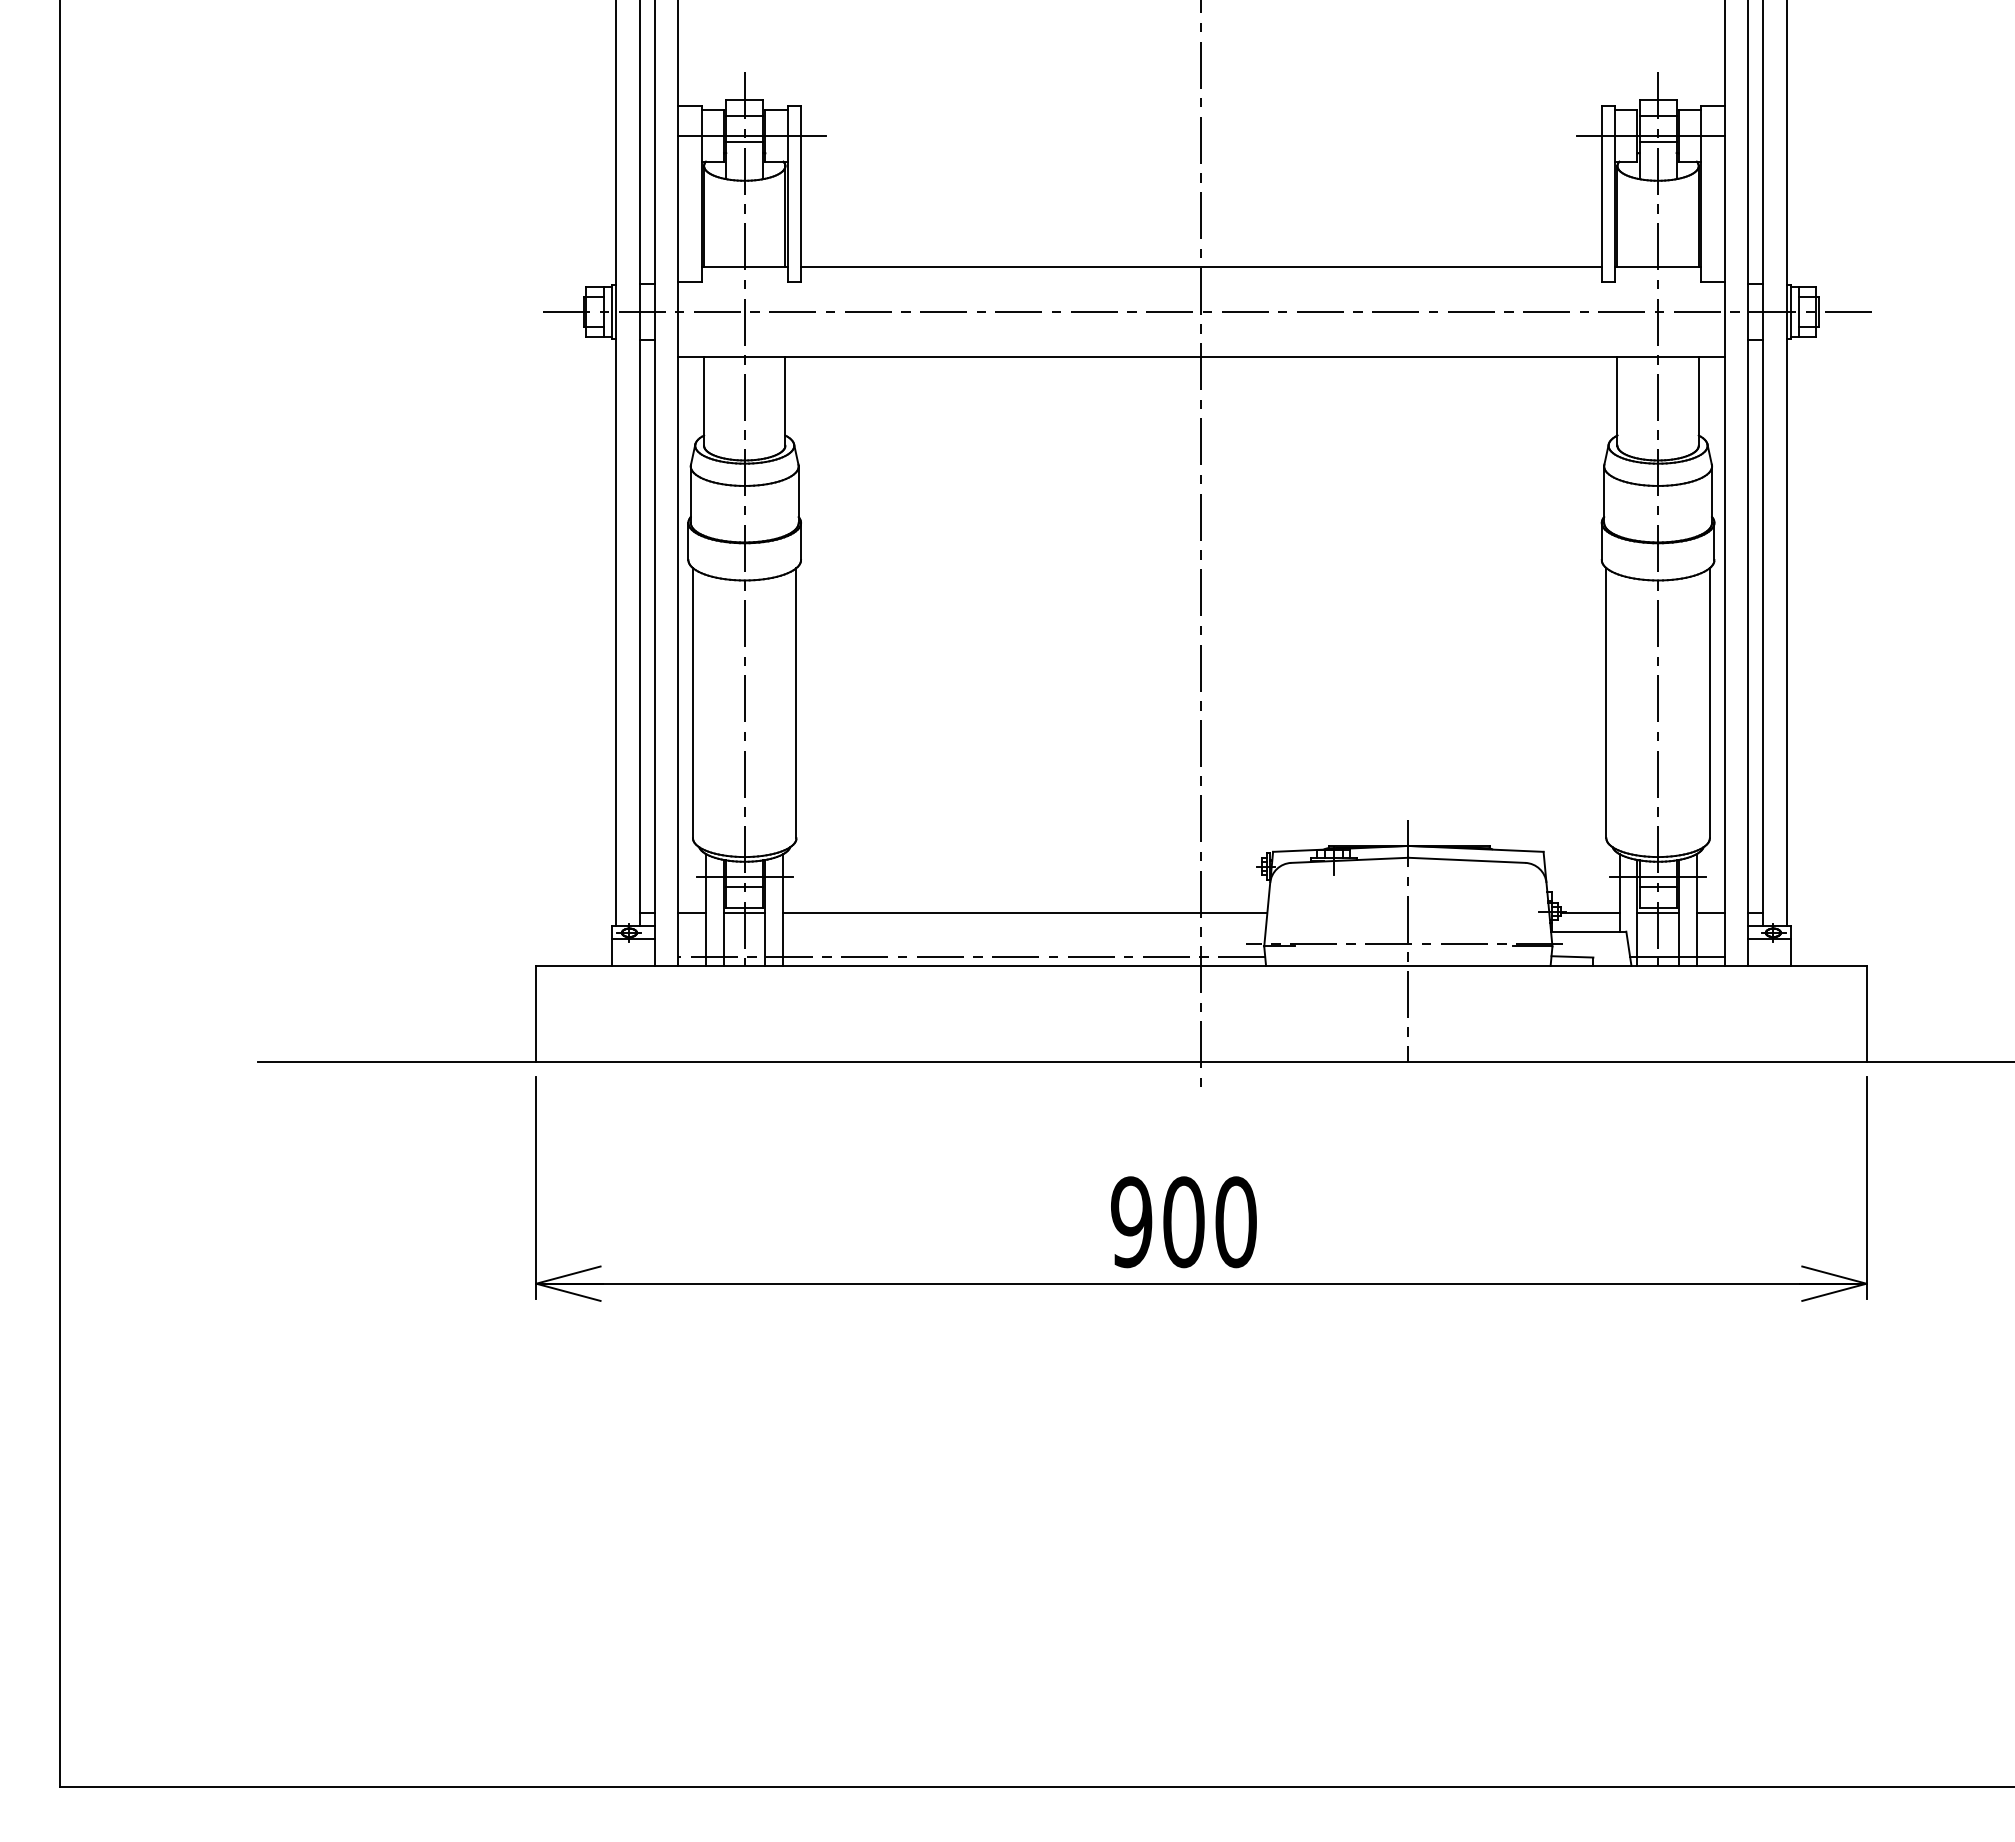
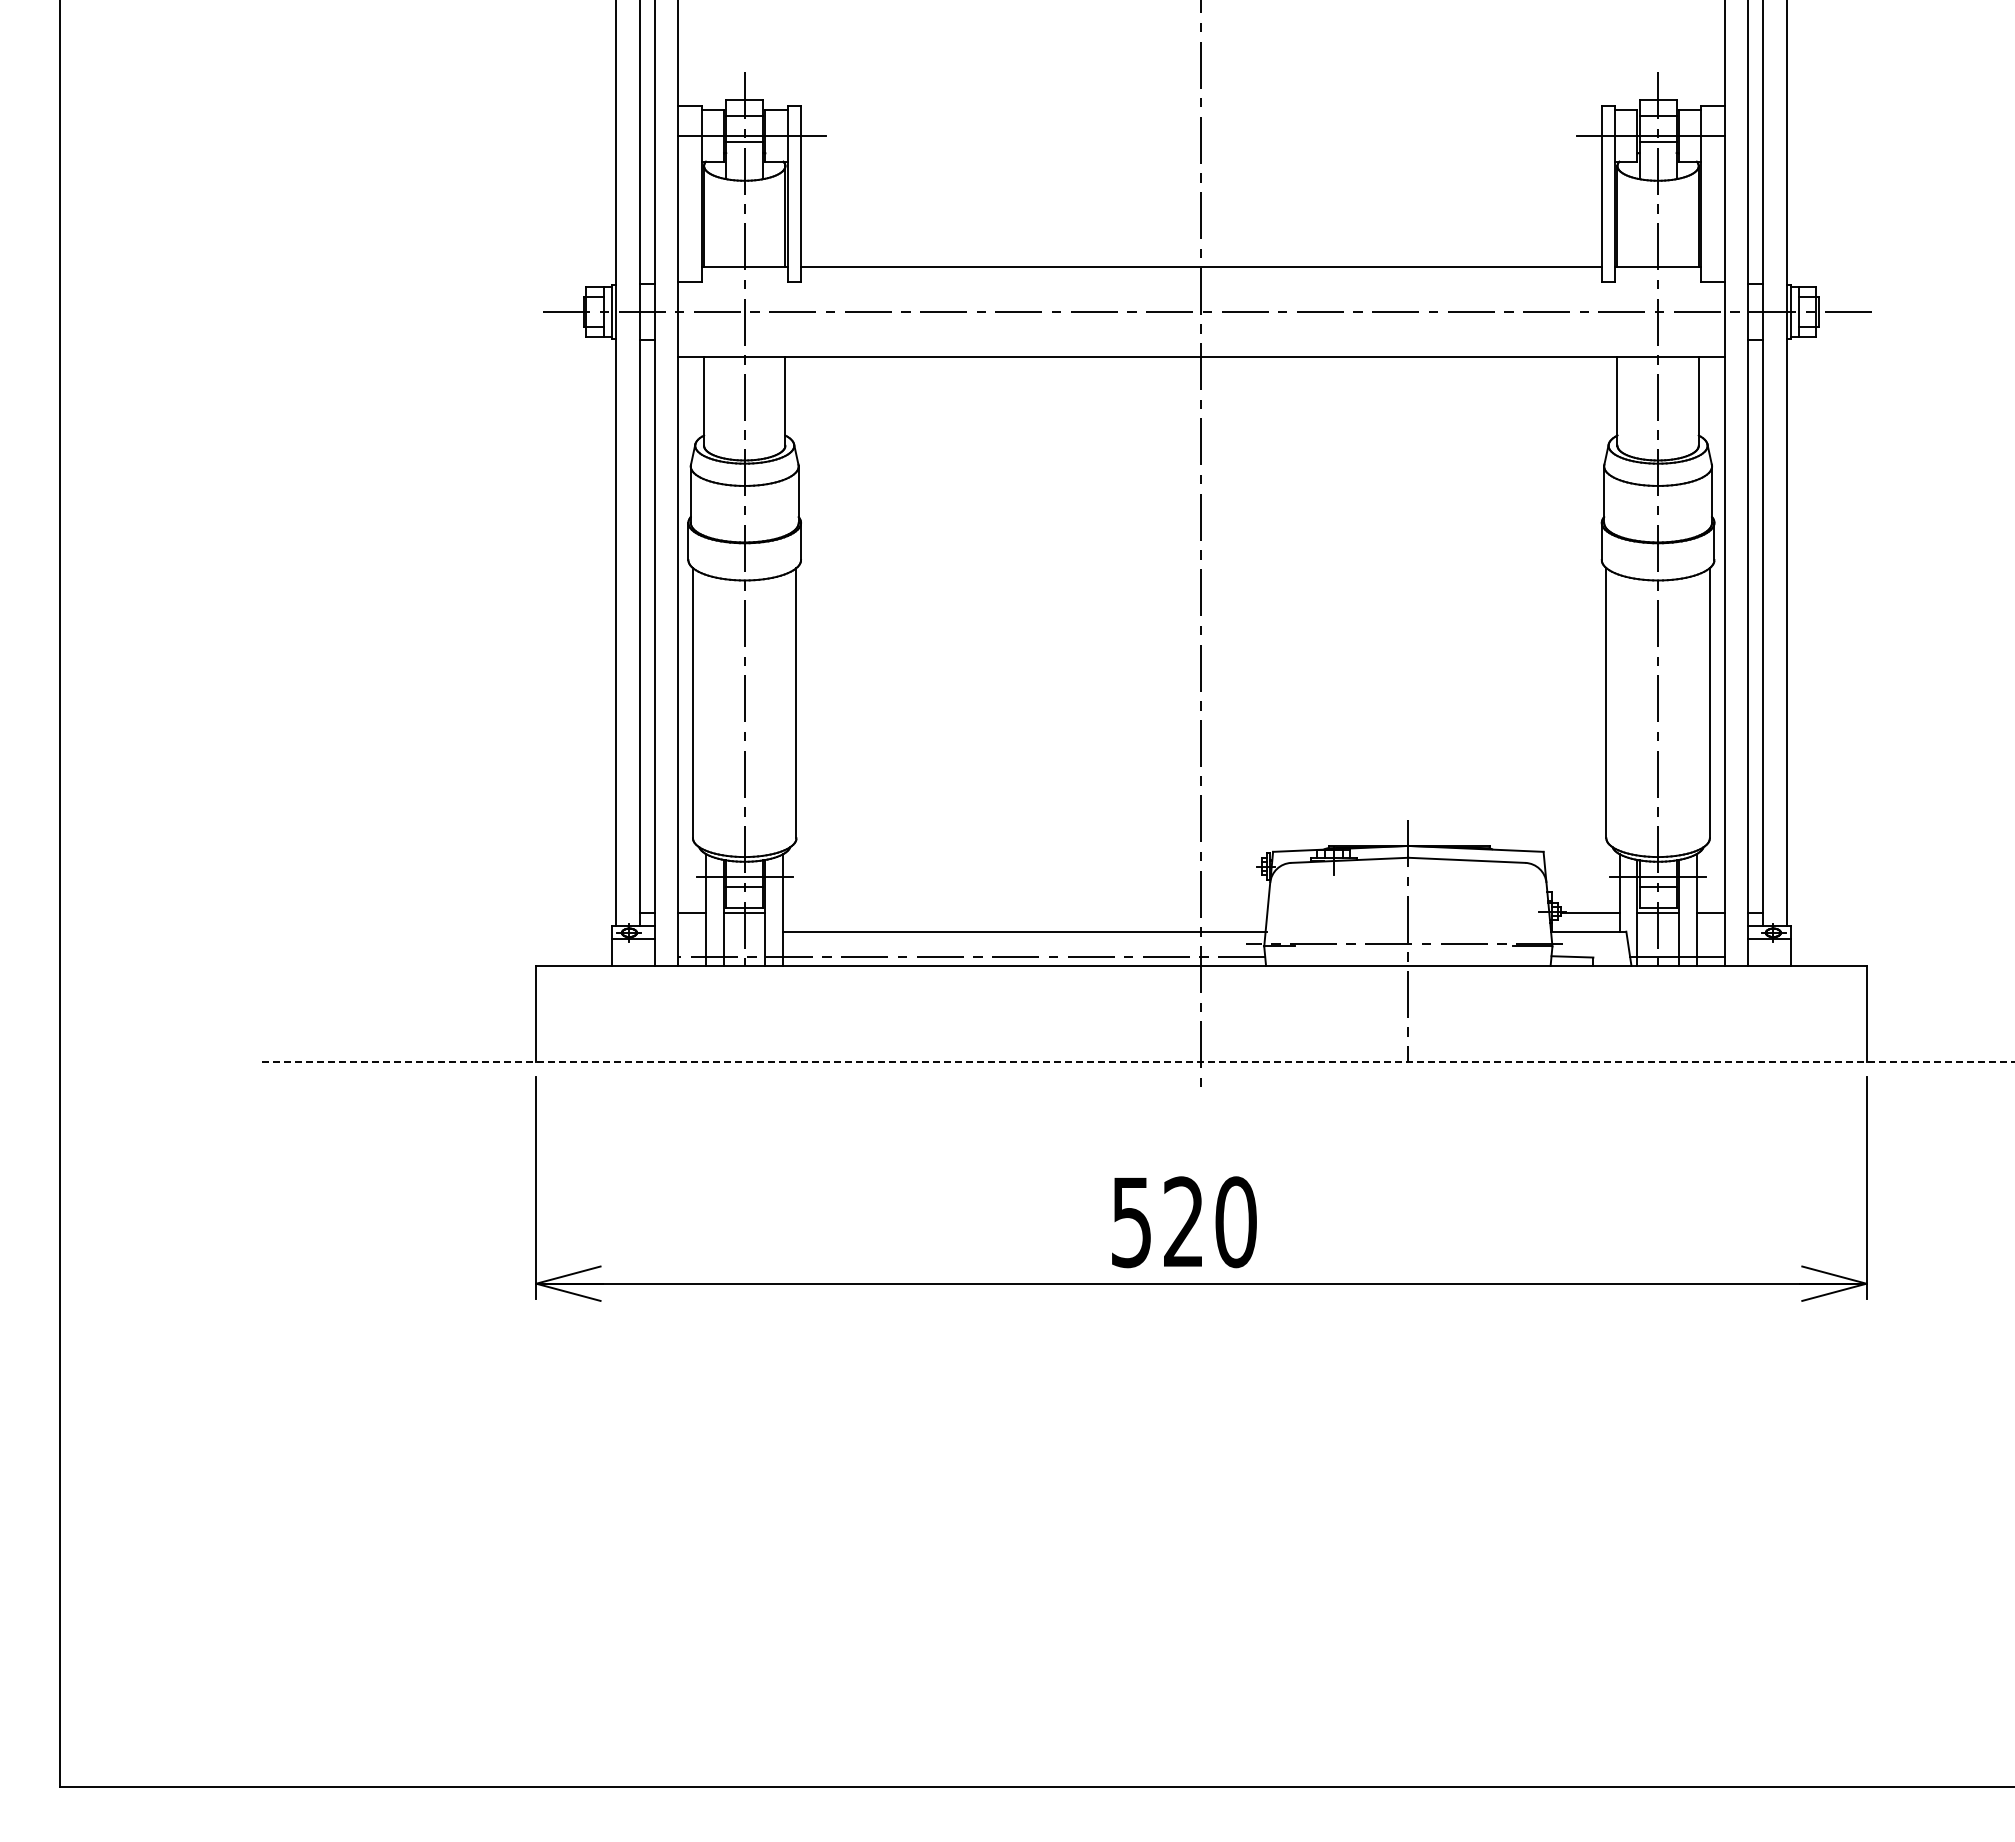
line at (1025, 912) position: (1025, 912) -> (1025, 931)
line at (1136, 1062): solid -> dashed
text at (1157, 1222): 900 -> 520
